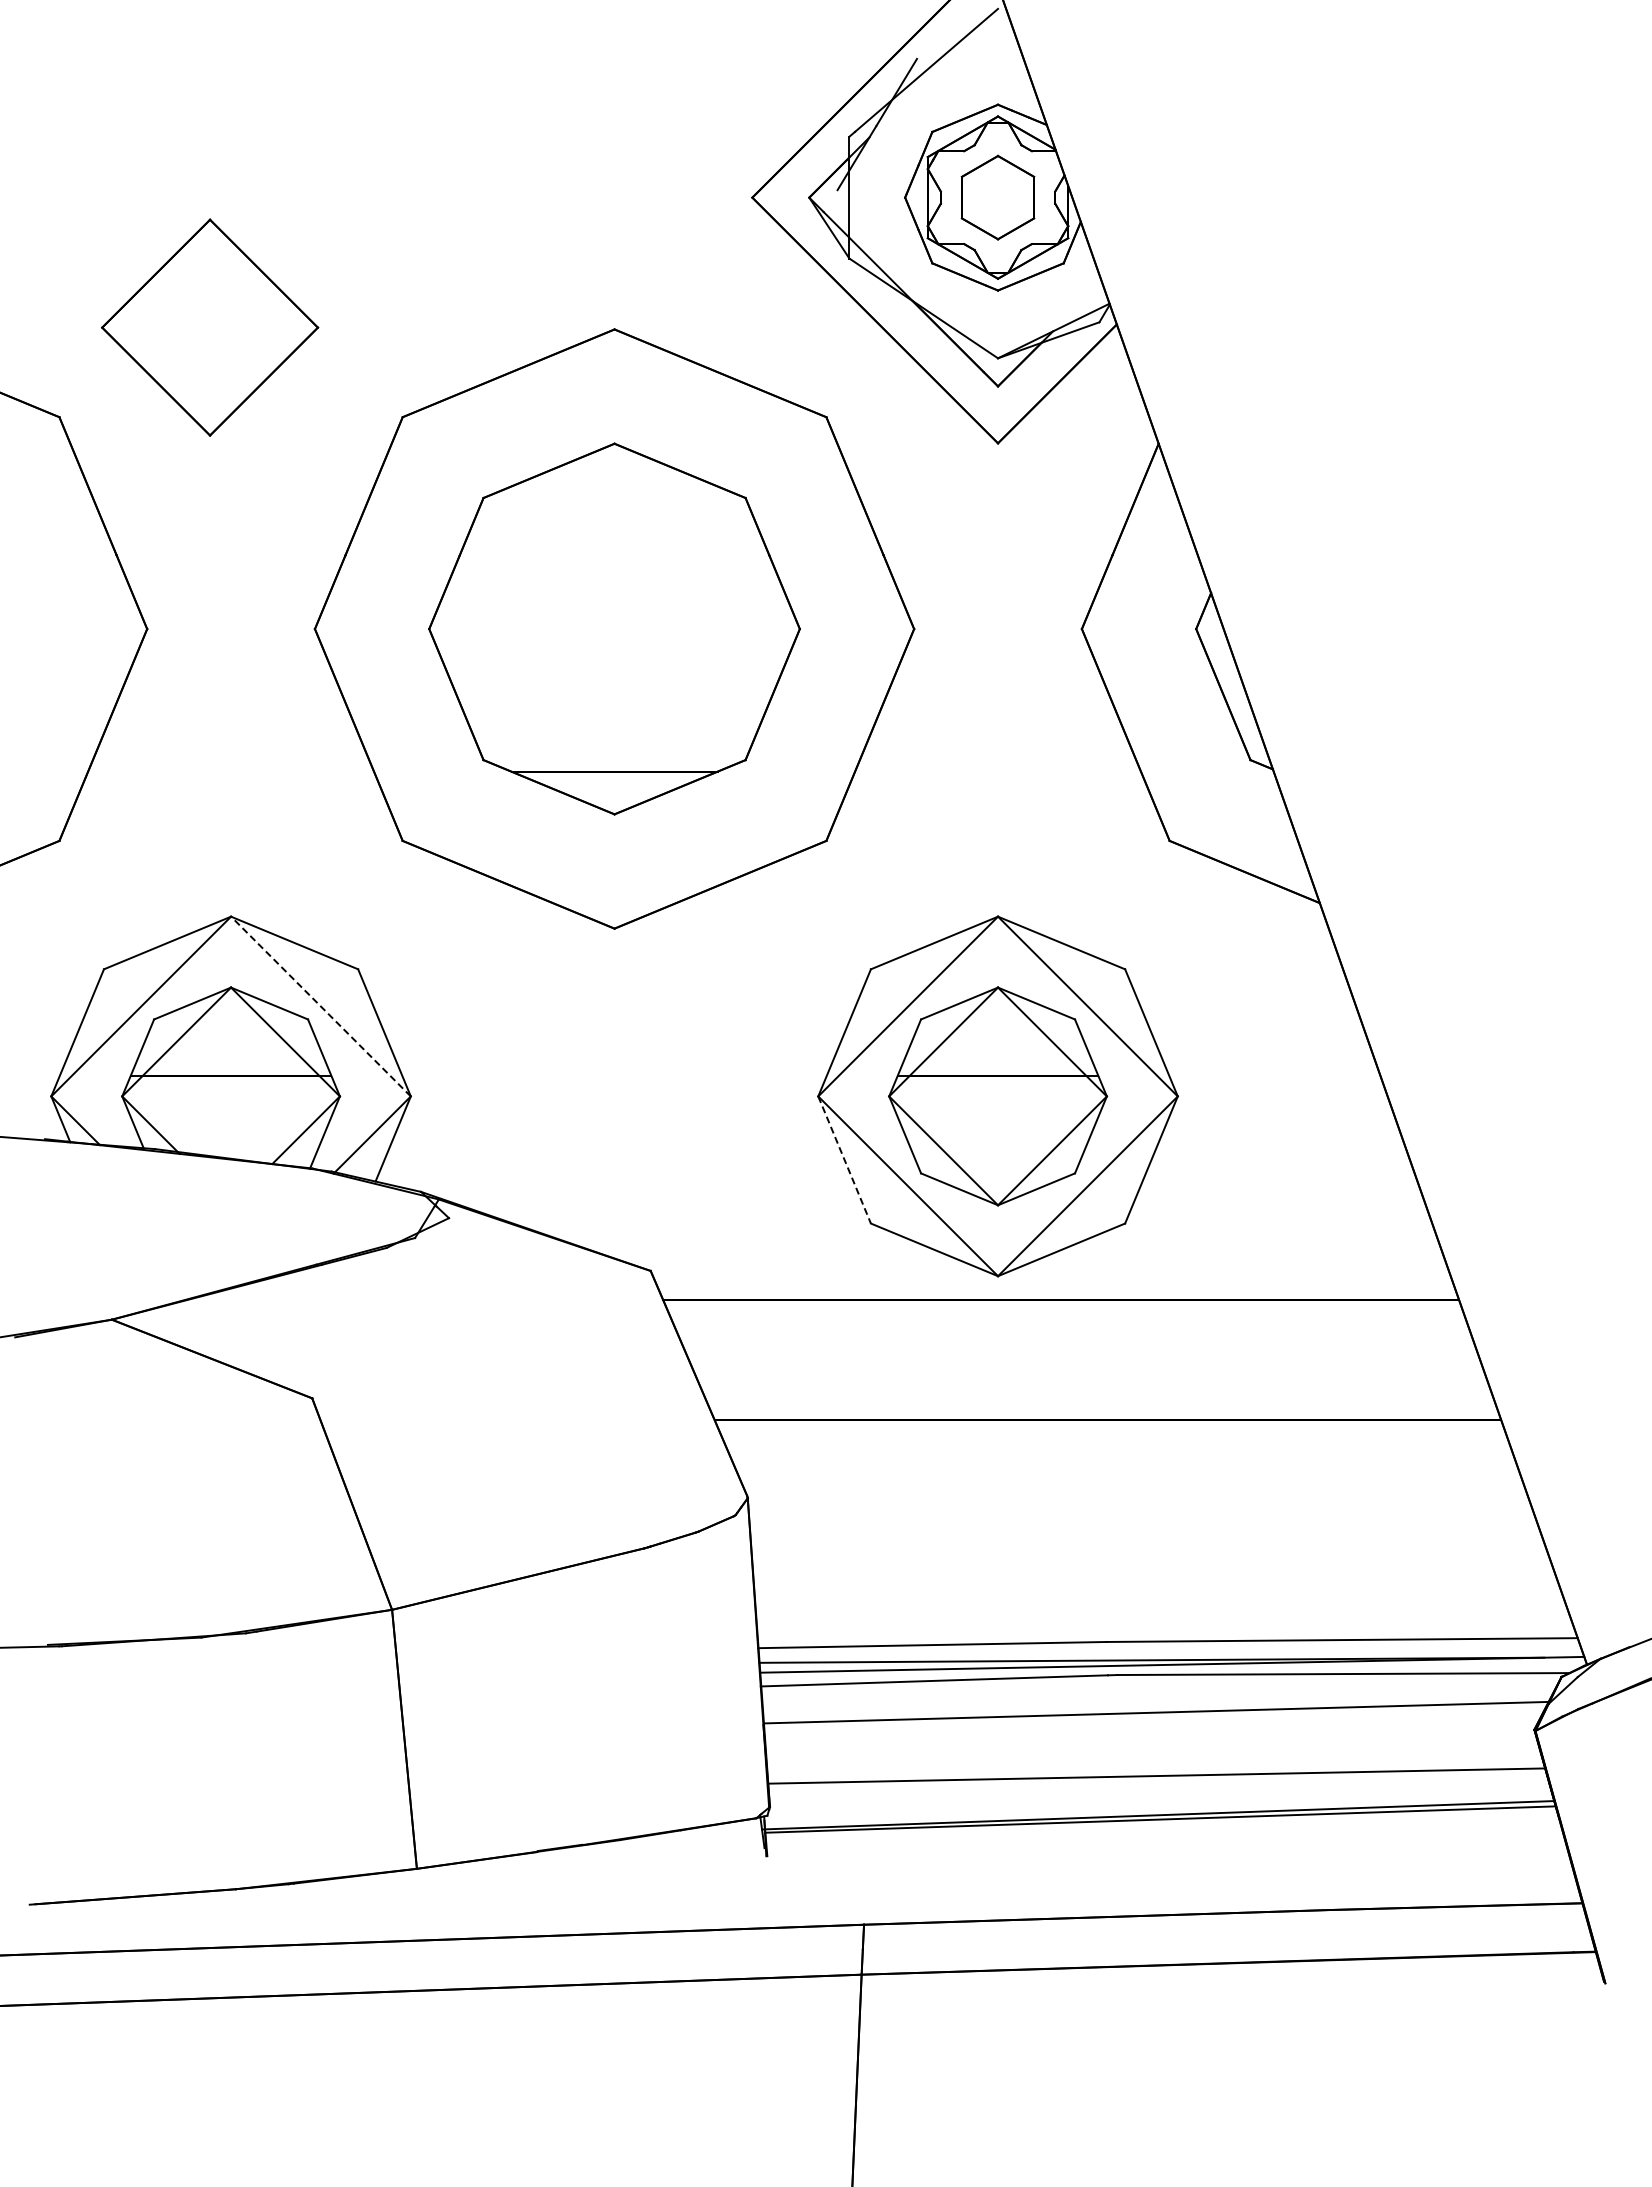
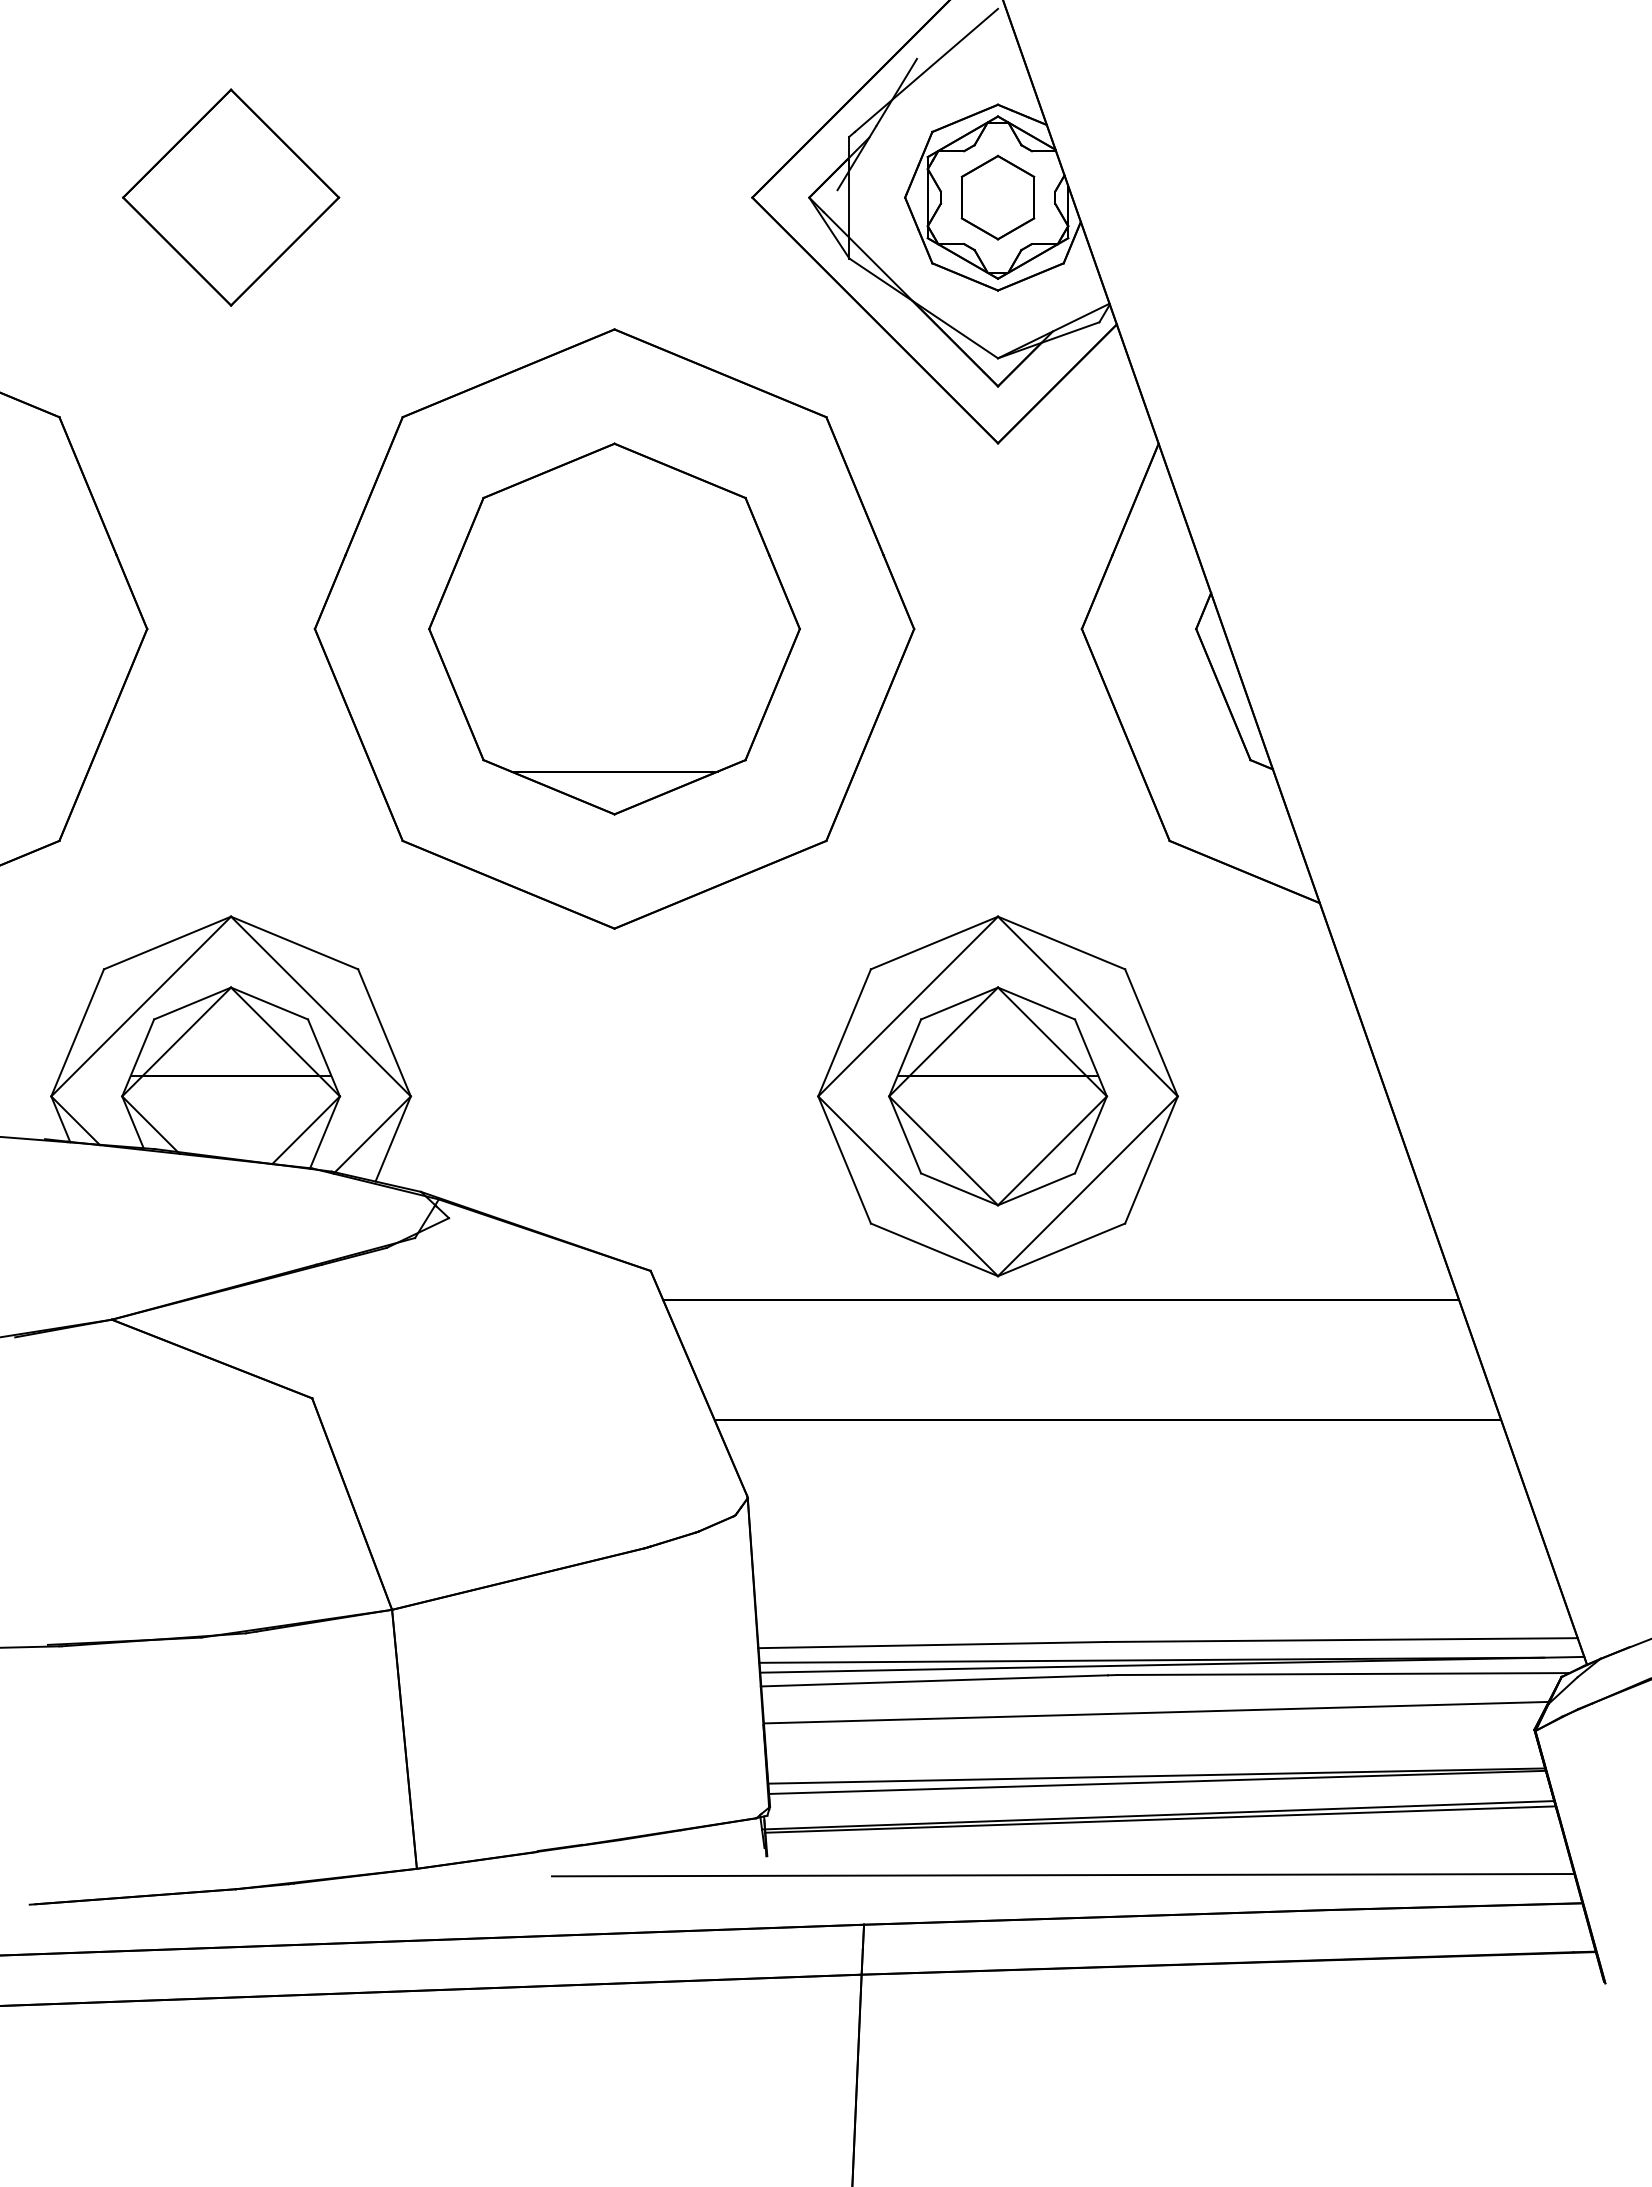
part at (210, 327) position: (210, 327) -> (231, 197)
line at (320, 1006): dashed -> solid
line at (844, 1159): dashed -> solid
line at (1157, 1781): none -> present
line at (1062, 1875): none -> present
